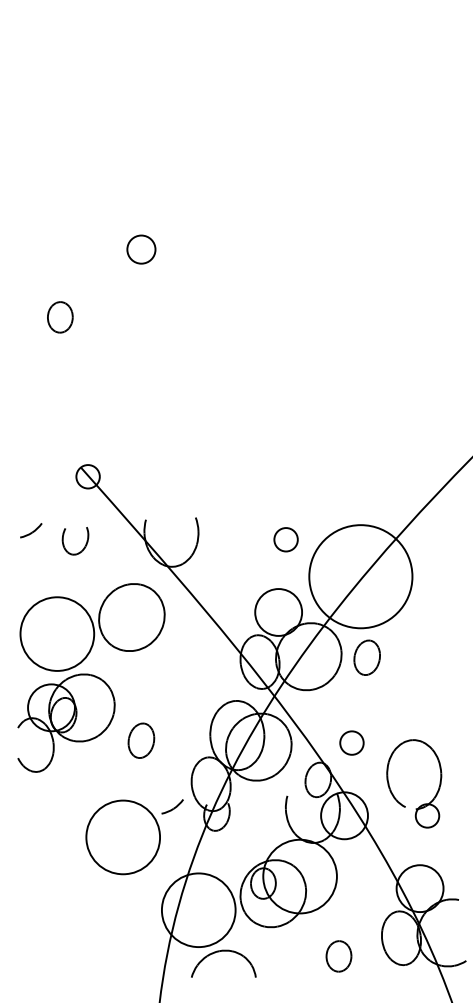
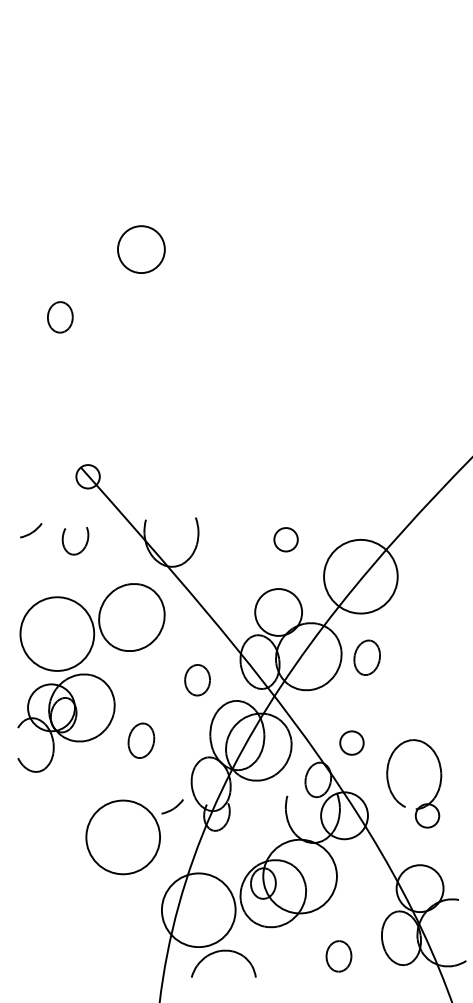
circle at (141, 249) diameter: 28 px -> 47 px
circle at (360, 576) diameter: 103 px -> 74 px
part at (197, 680): none -> present
